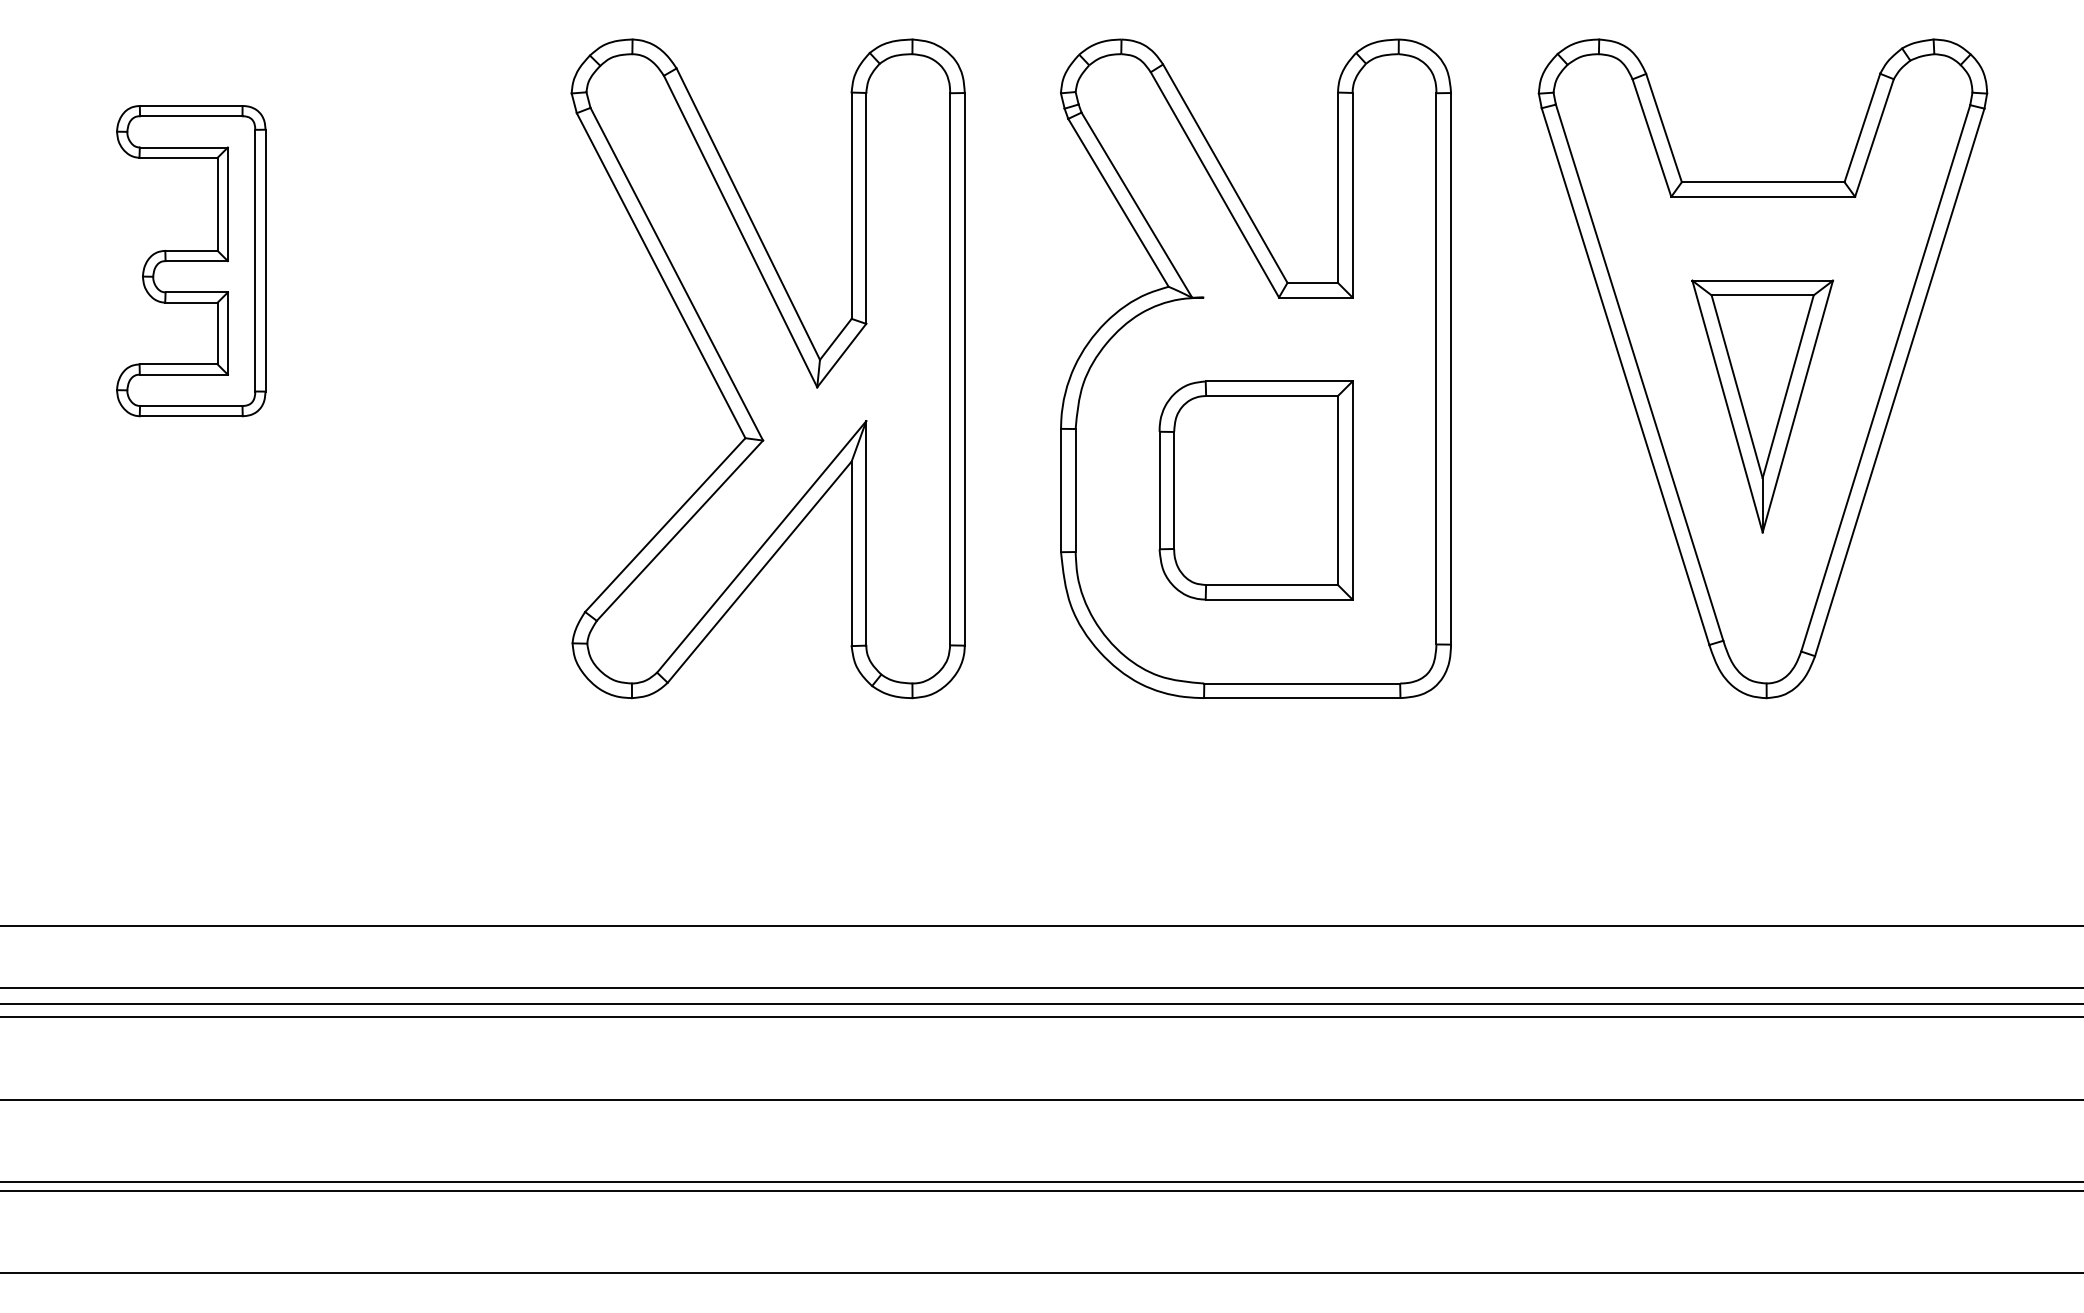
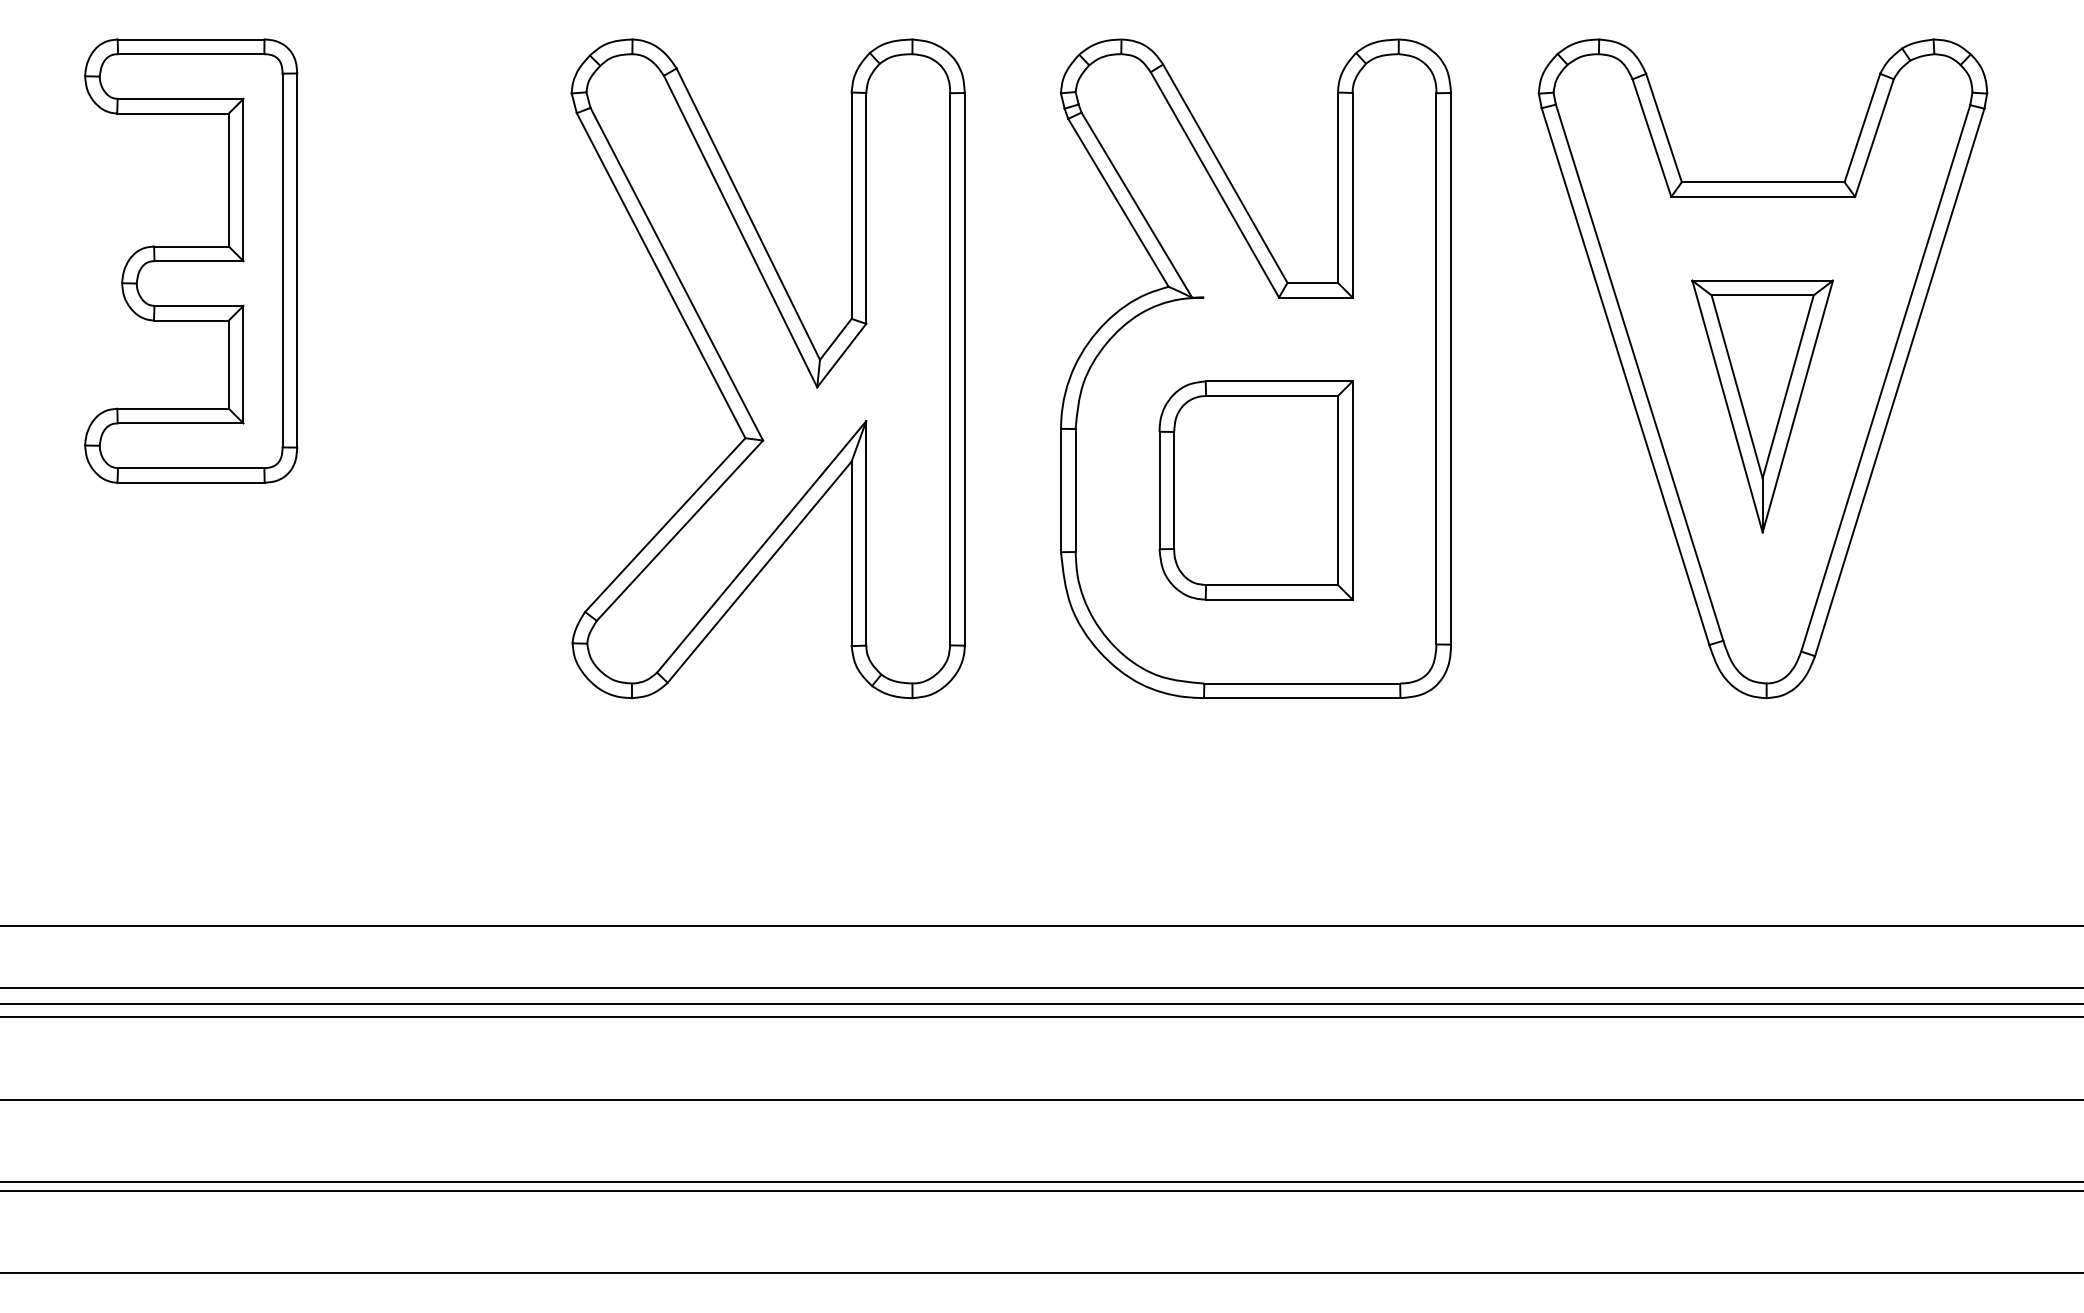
part at (191, 261) size: 151x313 px -> 215x446 px
